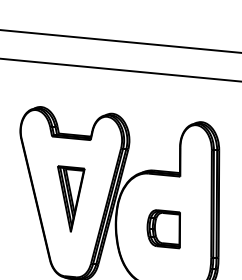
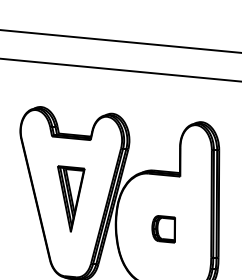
part at (163, 229) size: 35x41 px -> 25x29 px
